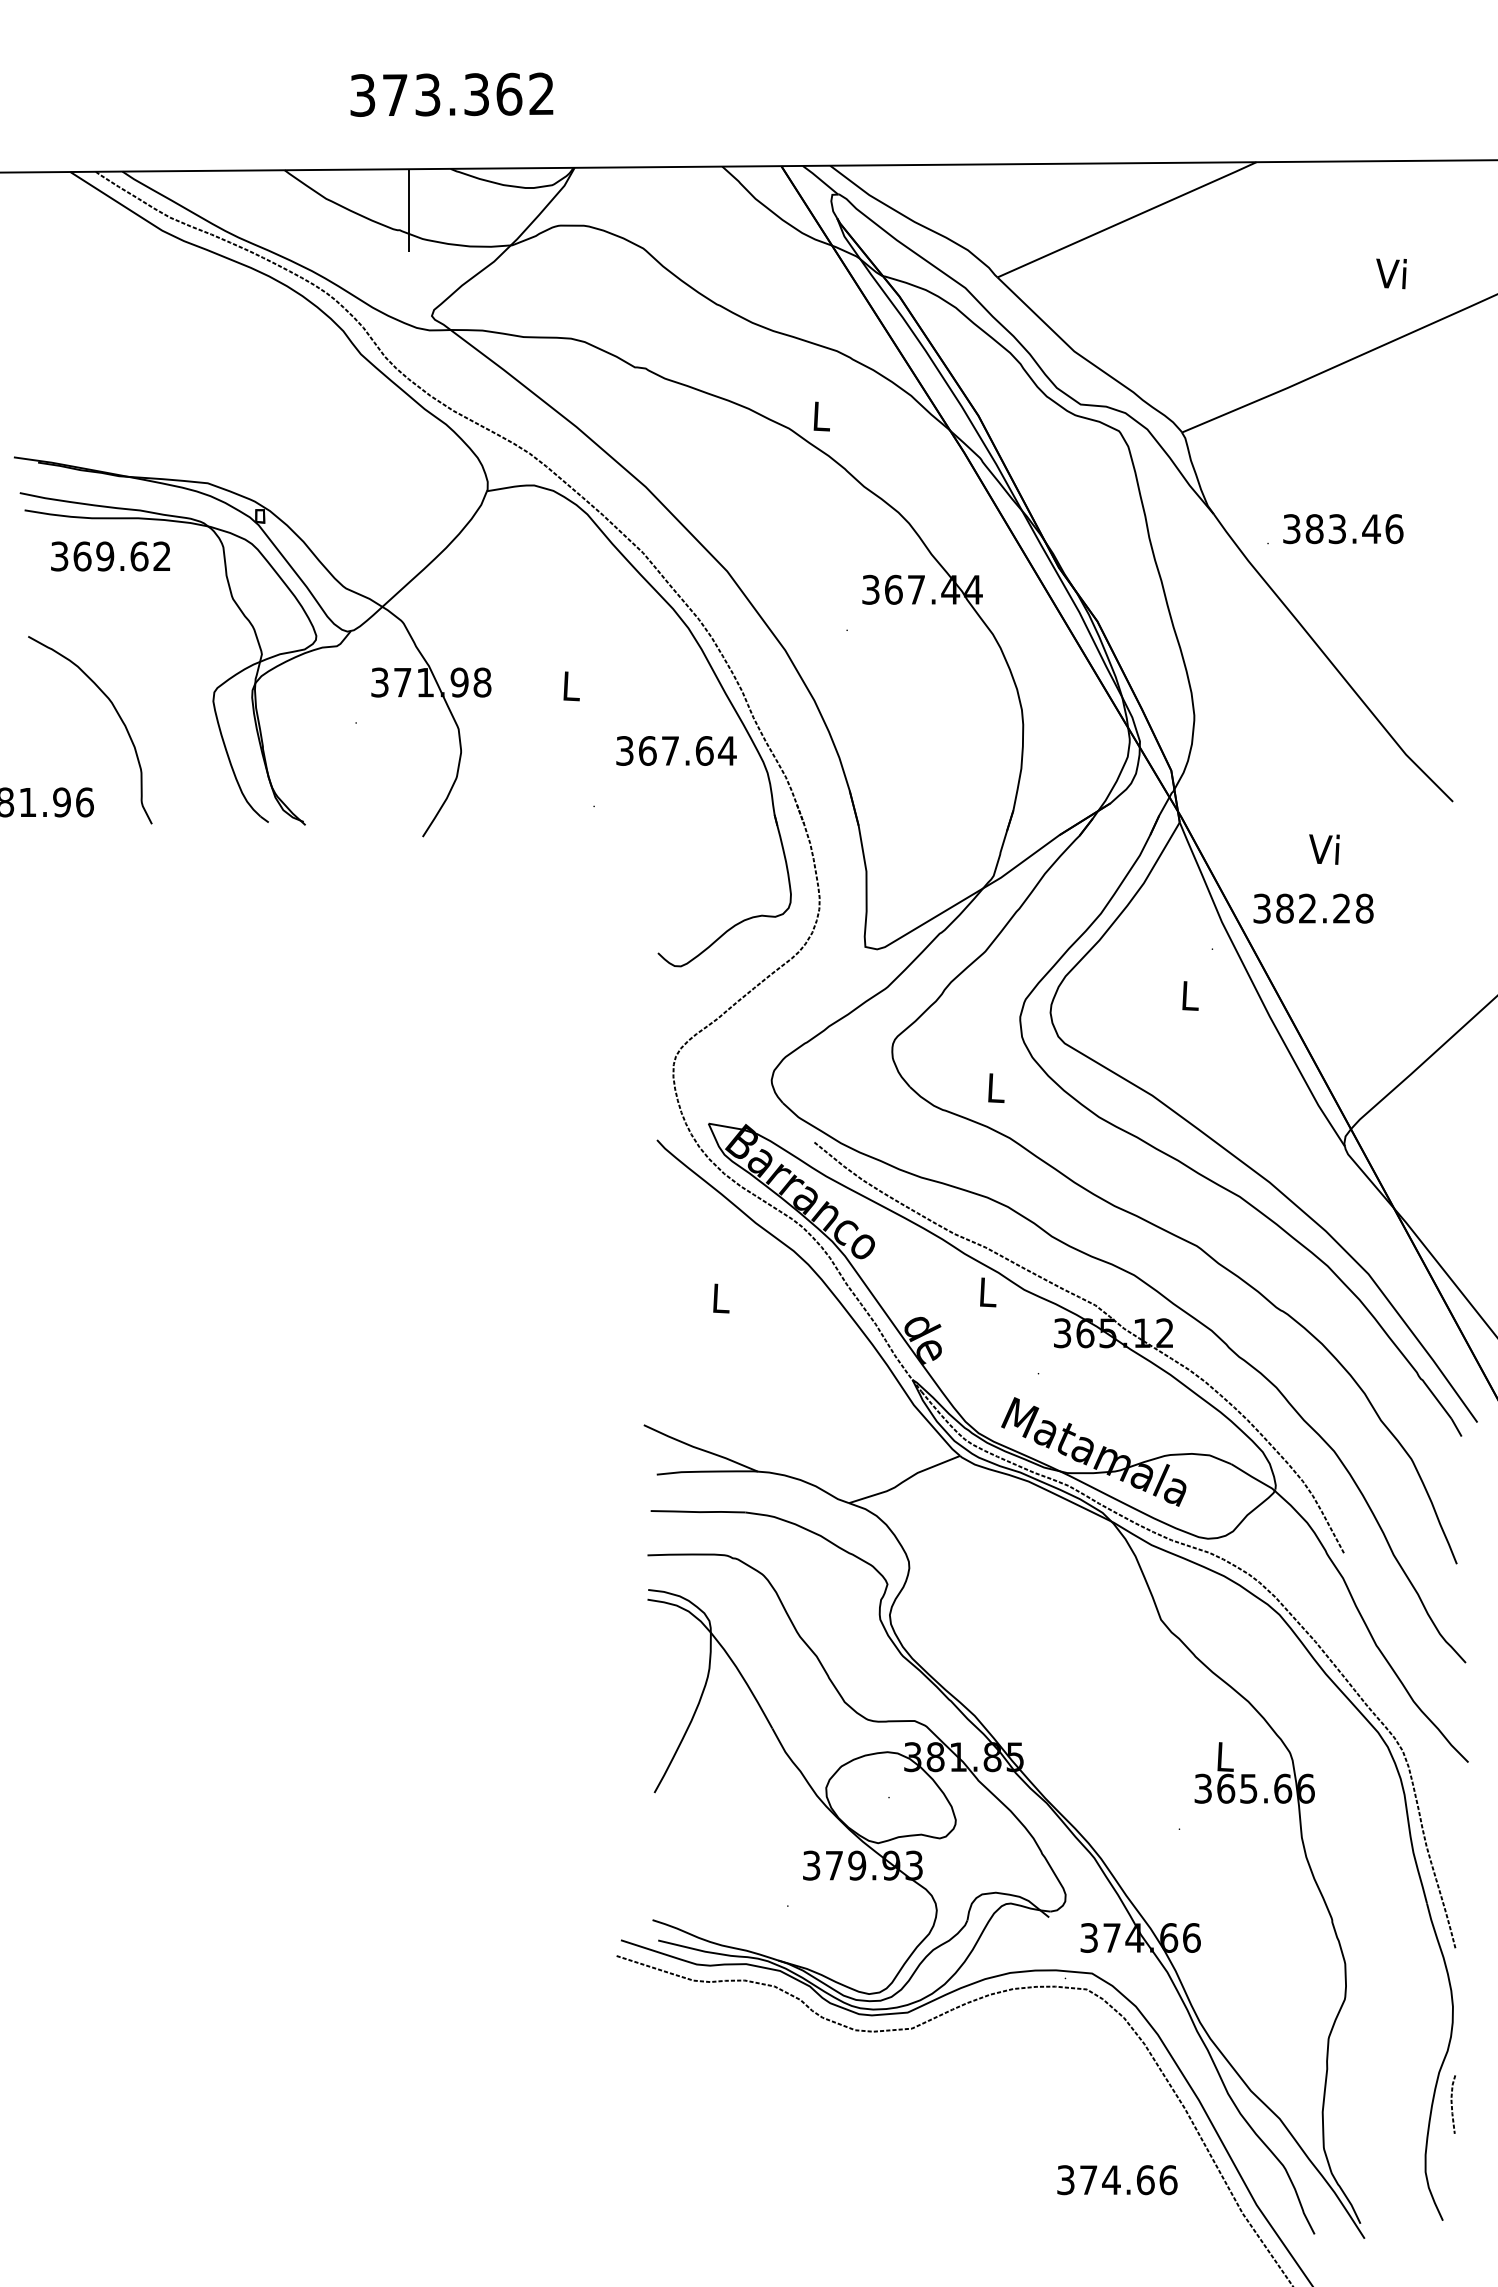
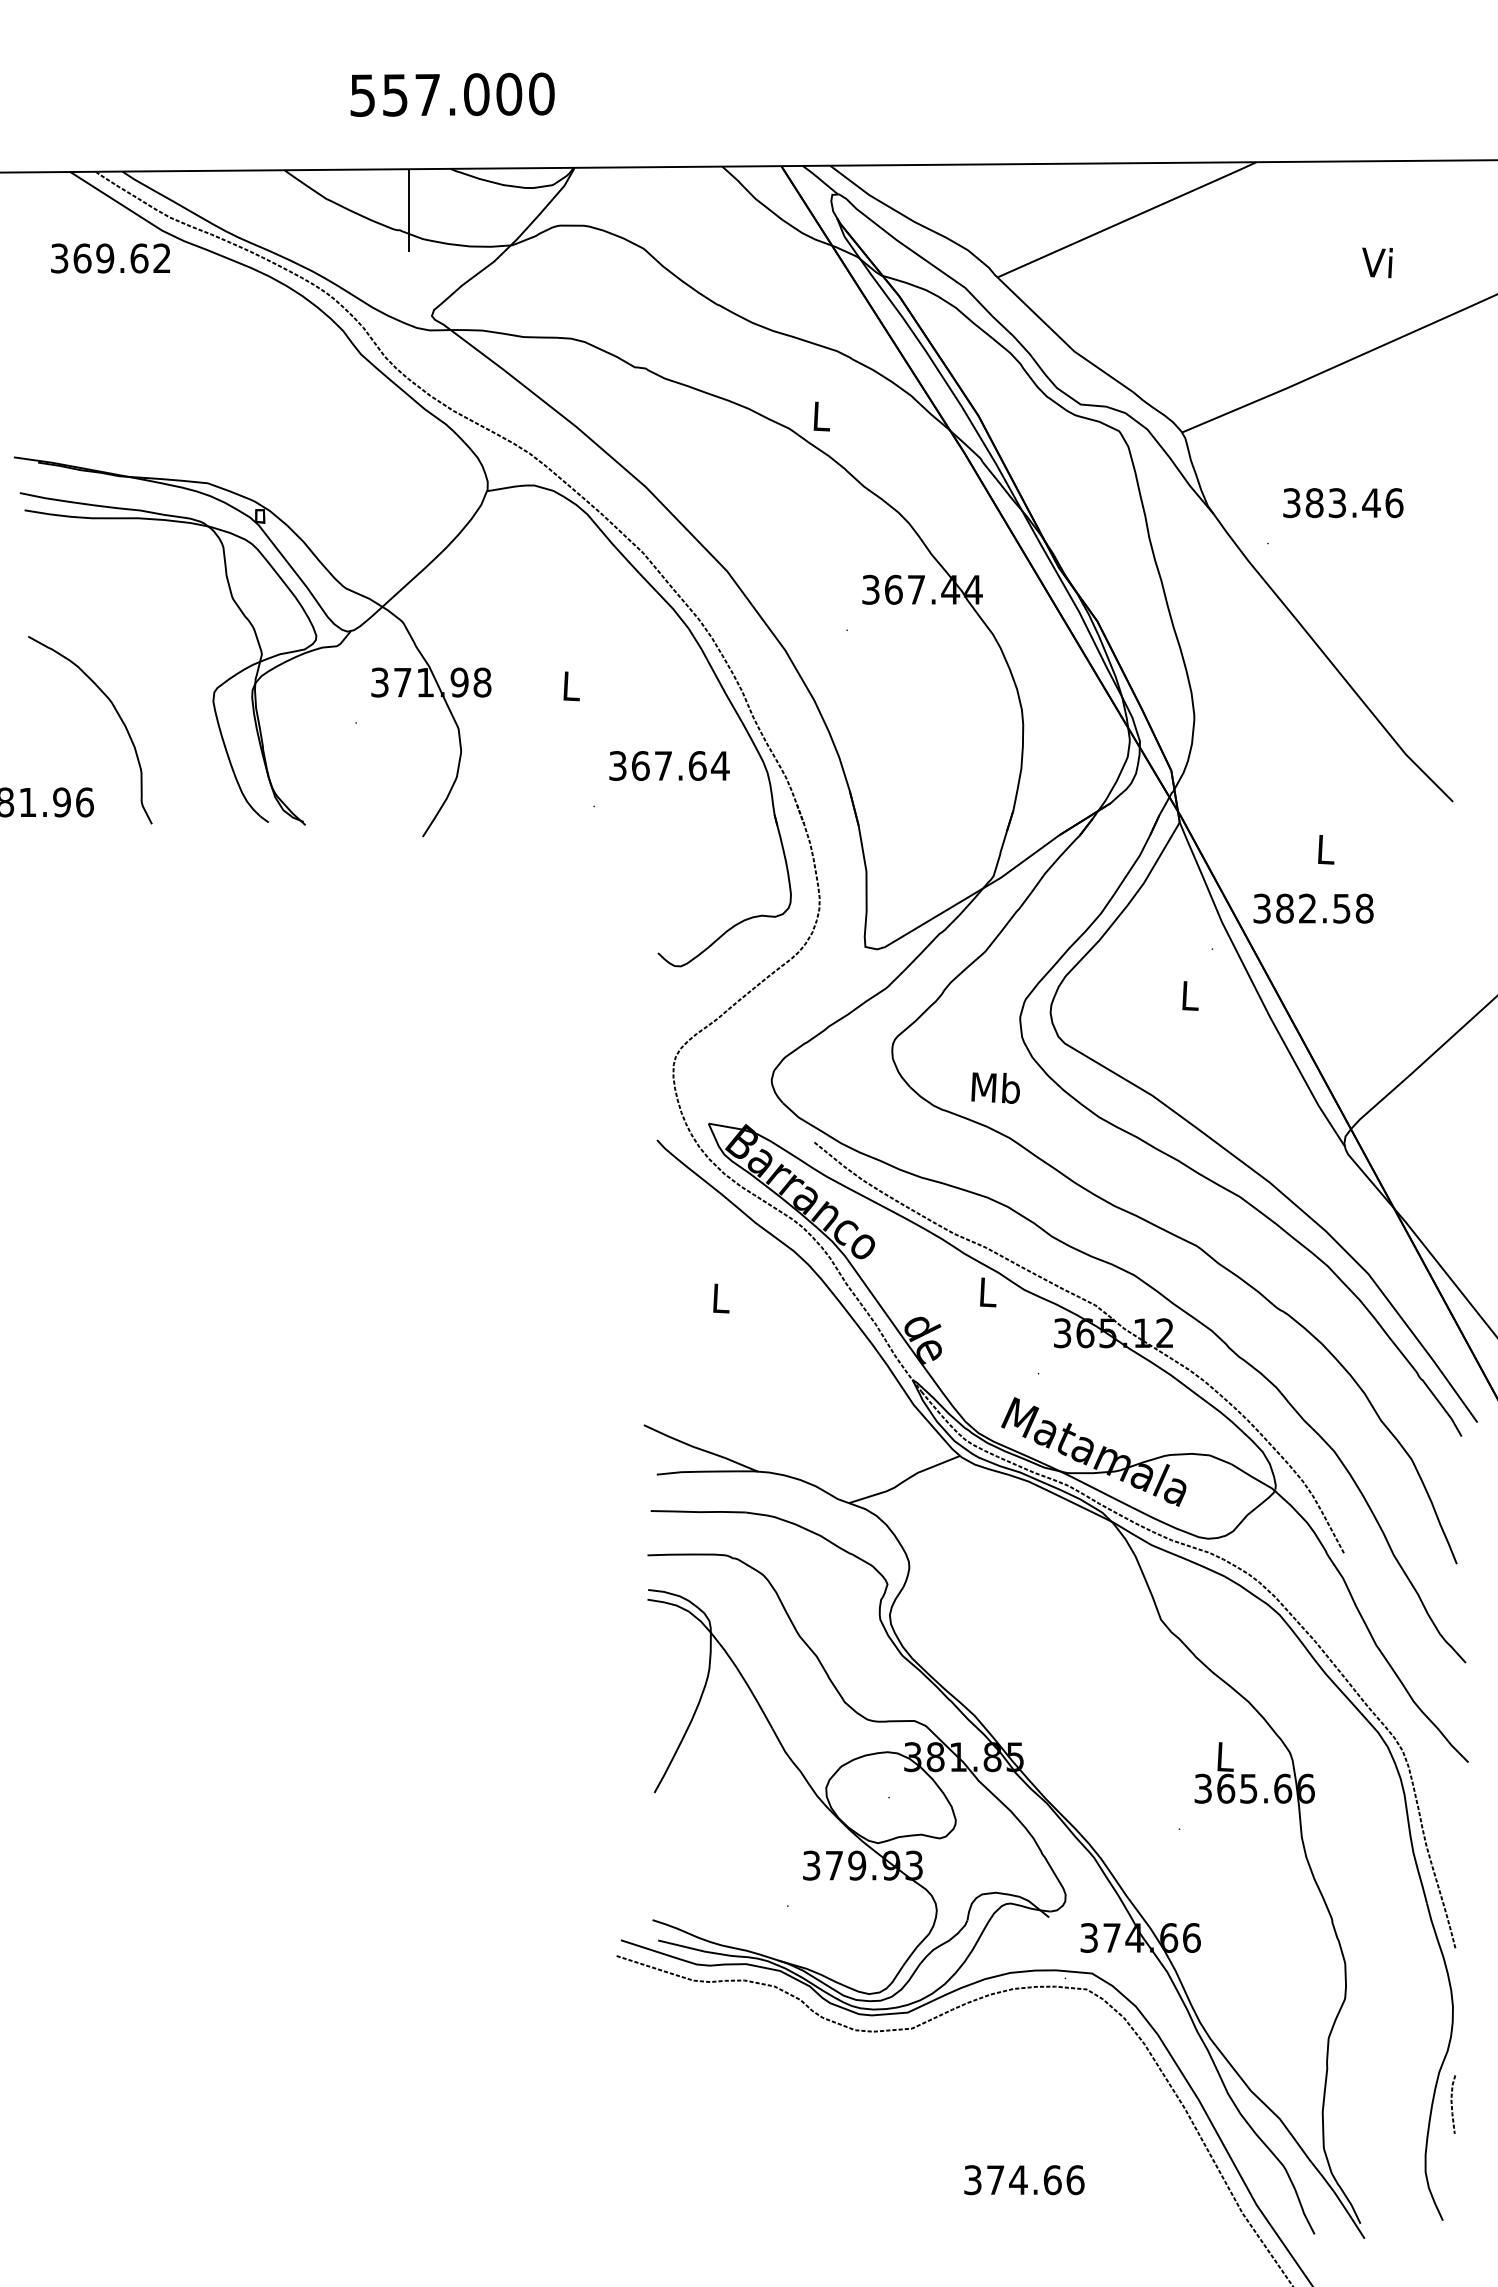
text at (452, 94): 373.362 -> 557.000
text at (1391, 273) position: (1391, 273) -> (1377, 262)
text at (1343, 529) position: (1343, 529) -> (1343, 503)
text at (110, 556) position: (110, 556) -> (110, 258)
text at (676, 750) position: (676, 750) -> (669, 765)
text at (1324, 849): Vi -> L
text at (1341, 908): 382.28 -> 382.58
text at (995, 1087): L -> Mb
text at (1117, 2180) position: (1117, 2180) -> (1024, 2180)
